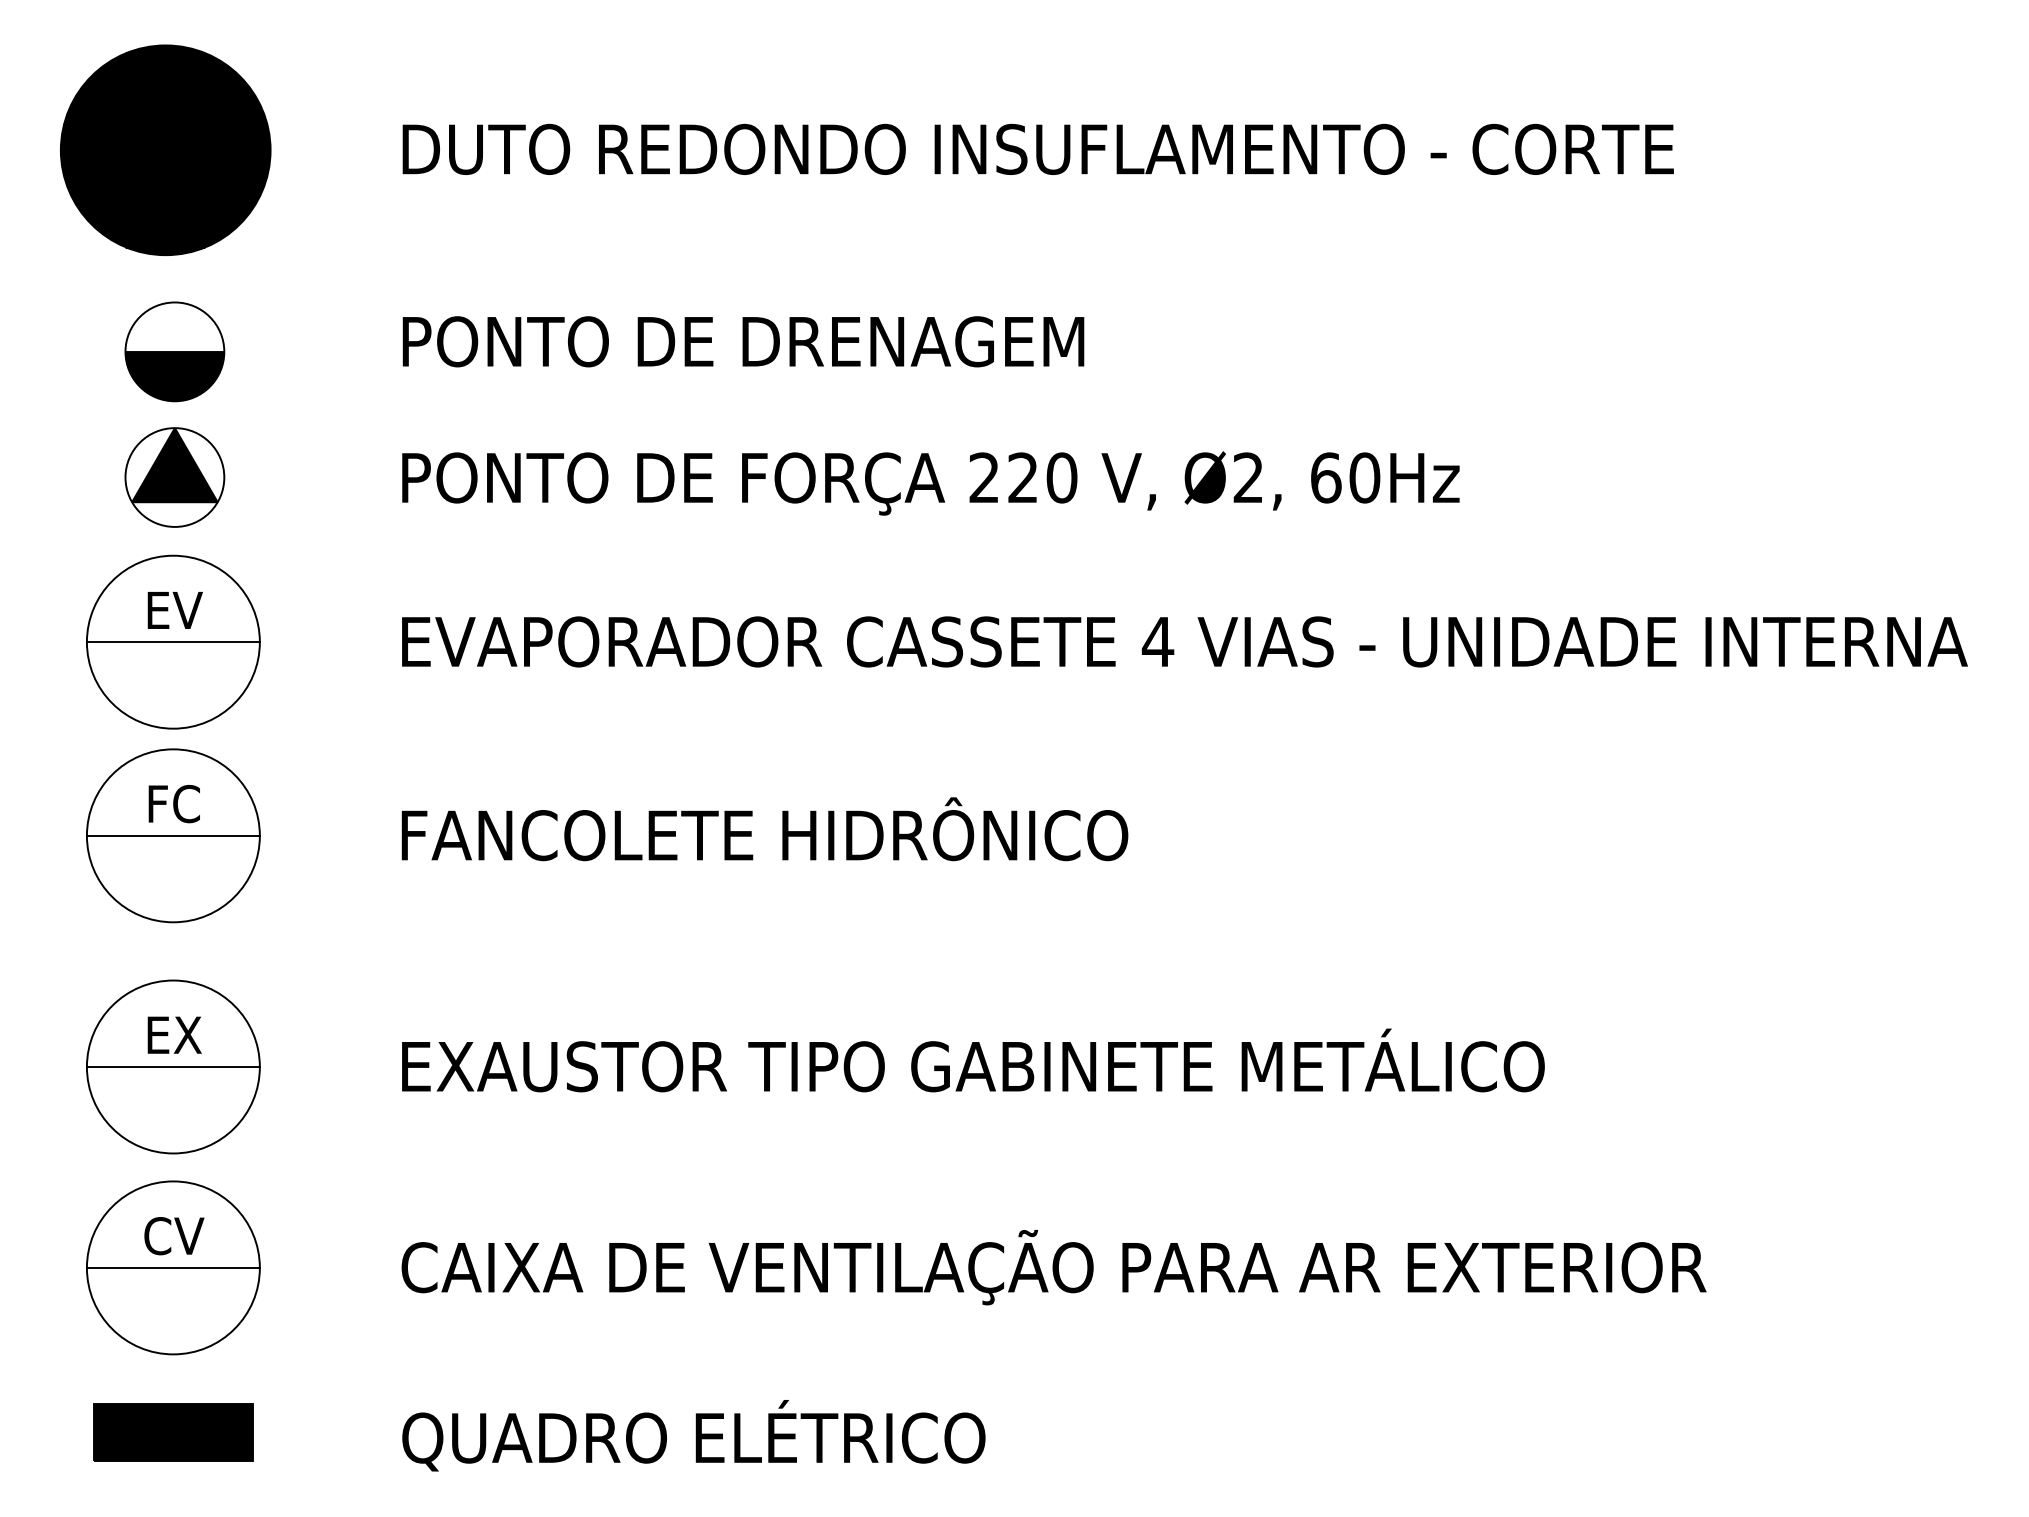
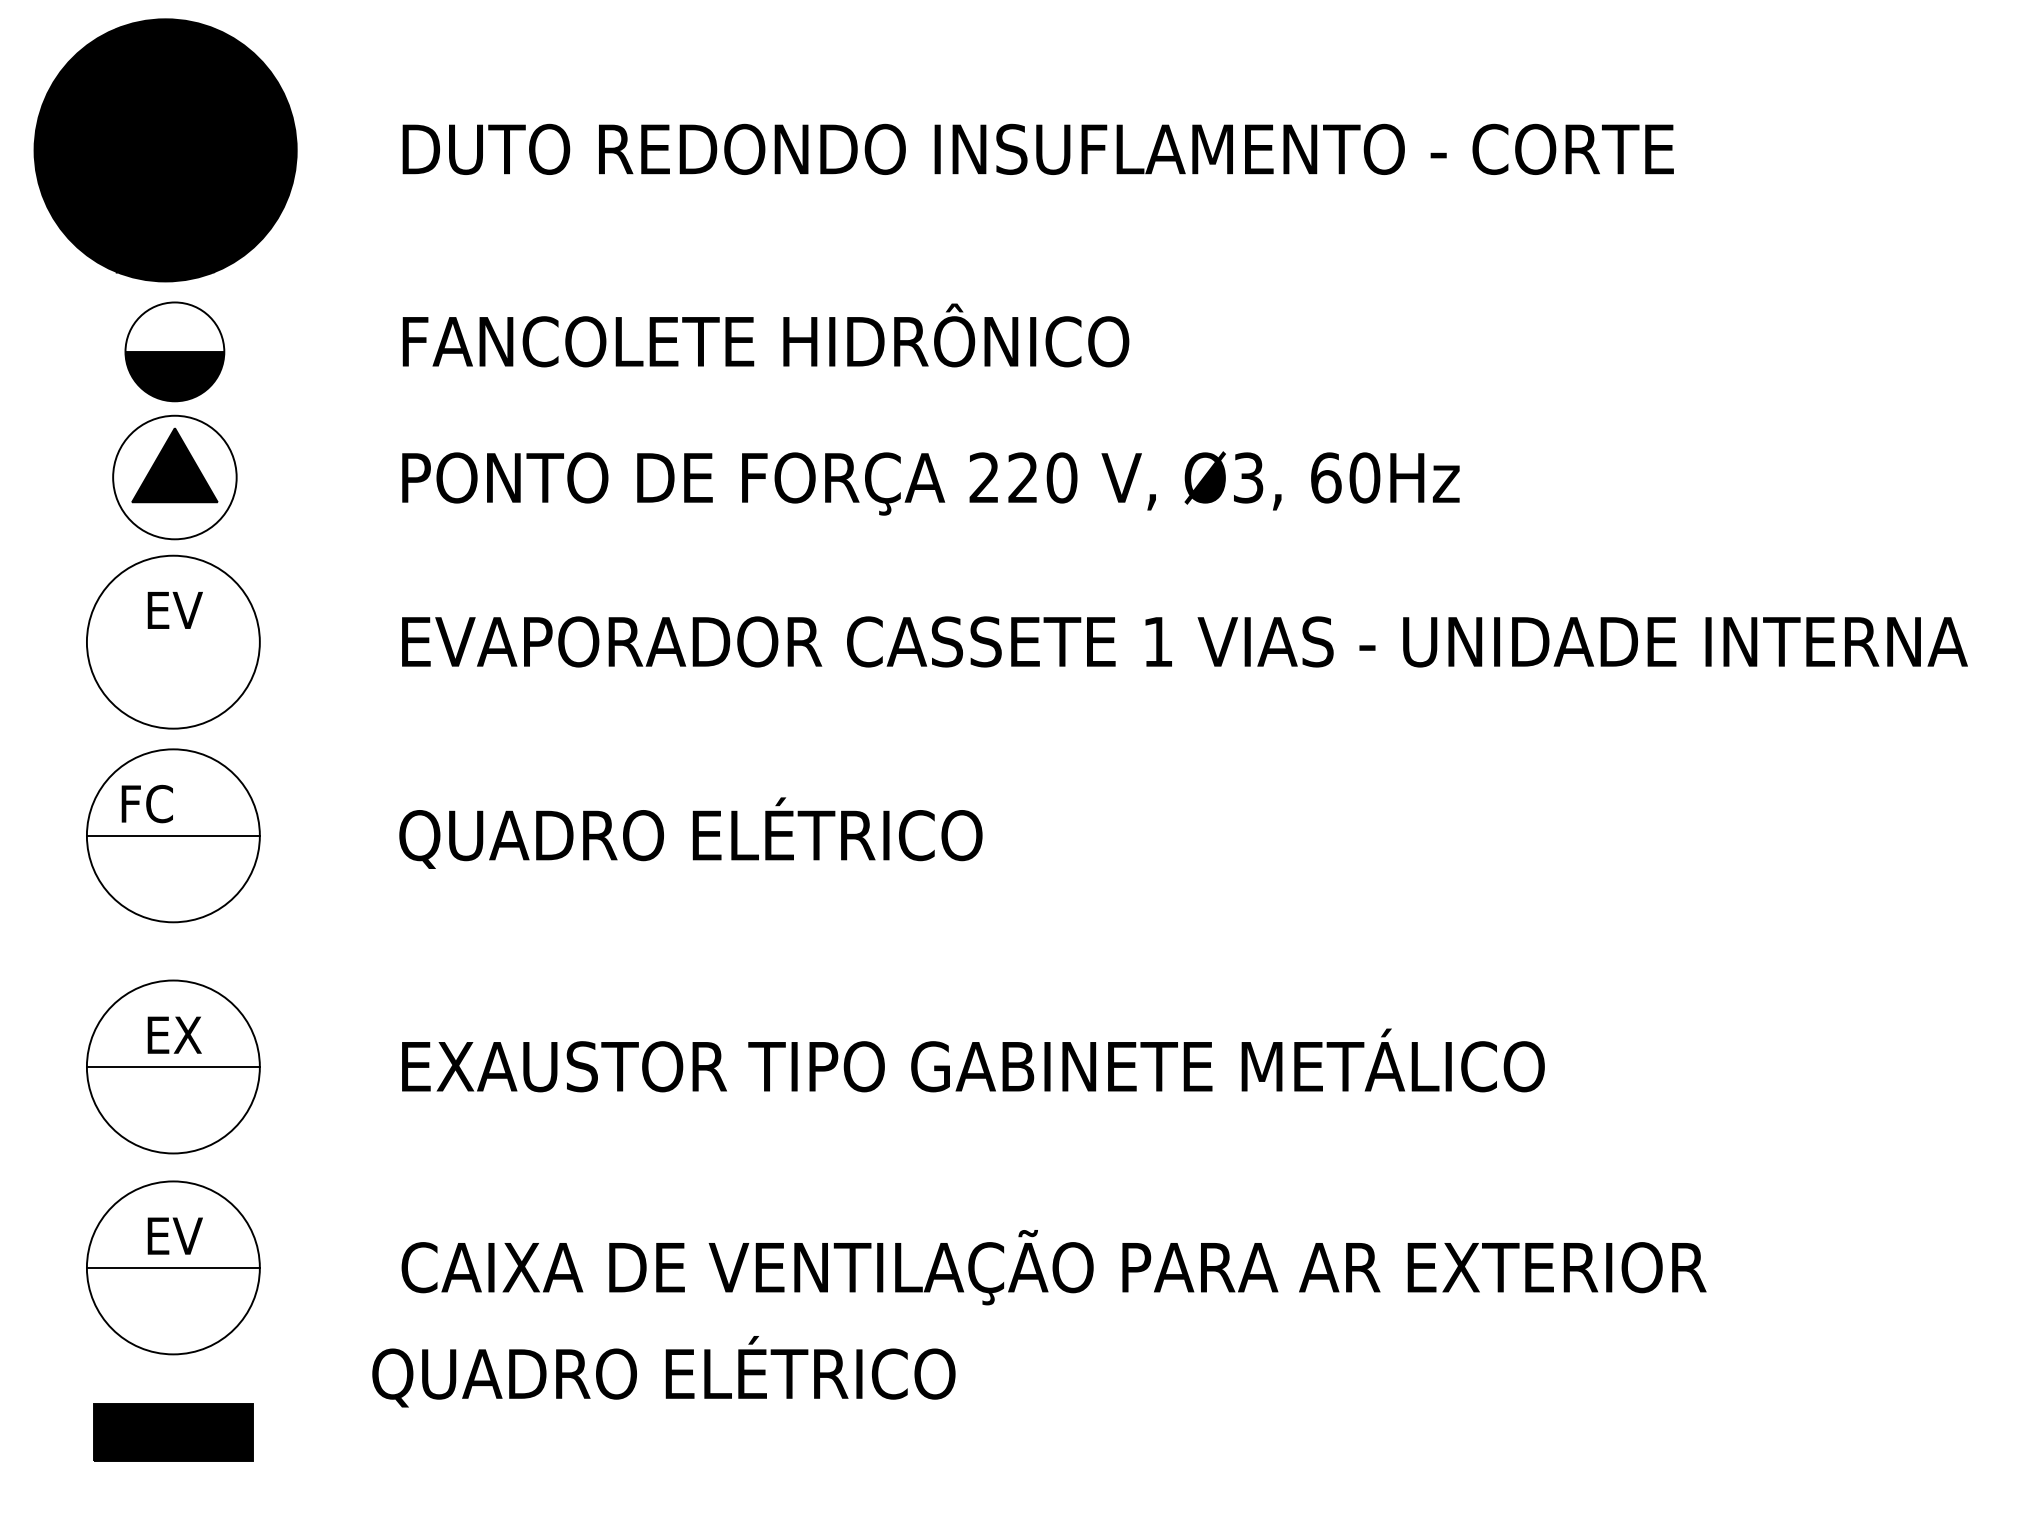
part at (165, 149) size: 212x212 px -> 265x265 px
text at (768, 335): PONTO DE DRENAGEM -> FANCOLETE HIDRÔNICO
circle at (174, 477) diameter: 99 px -> 124 px
text at (1248, 477): Ø2, -> Ø3,
text at (1157, 641): 4 -> 1
line at (172, 642): present -> none
text at (173, 803) position: (173, 803) -> (146, 803)
text at (763, 832): FANCOLETE HIDRÔNICO -> QUADRO ELÉTRICO
text at (174, 1236): CV -> EV
text at (693, 1435) position: (693, 1435) -> (663, 1371)
